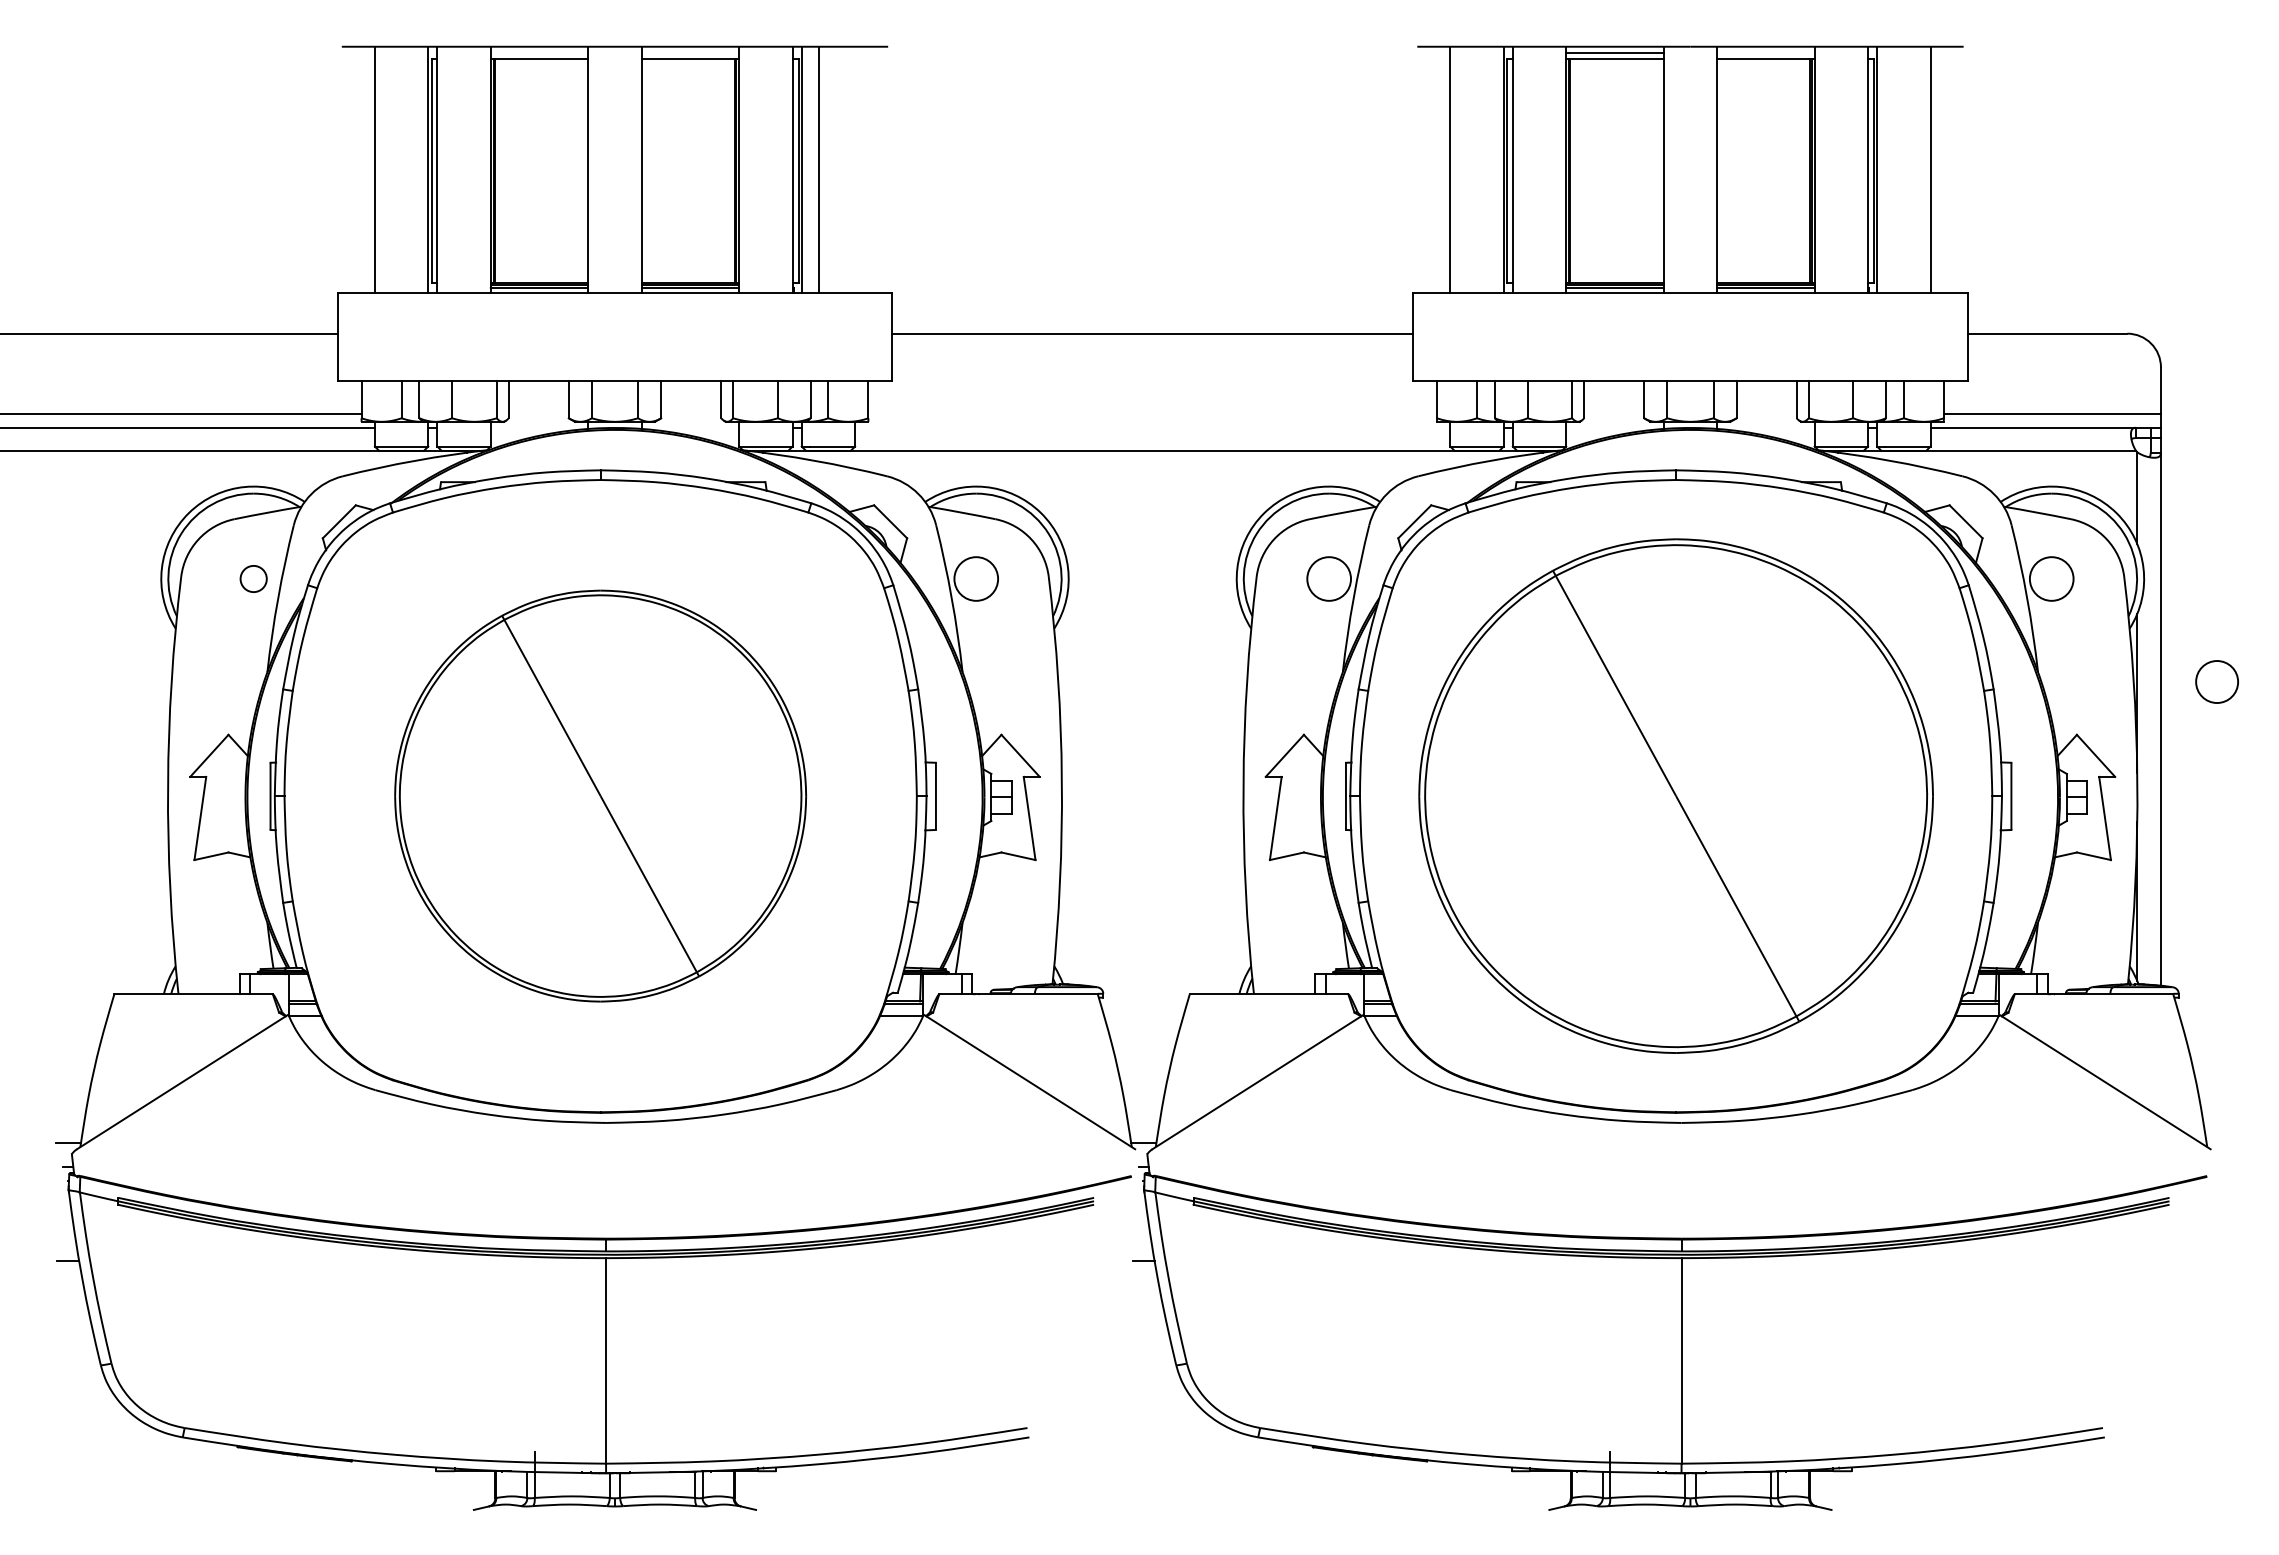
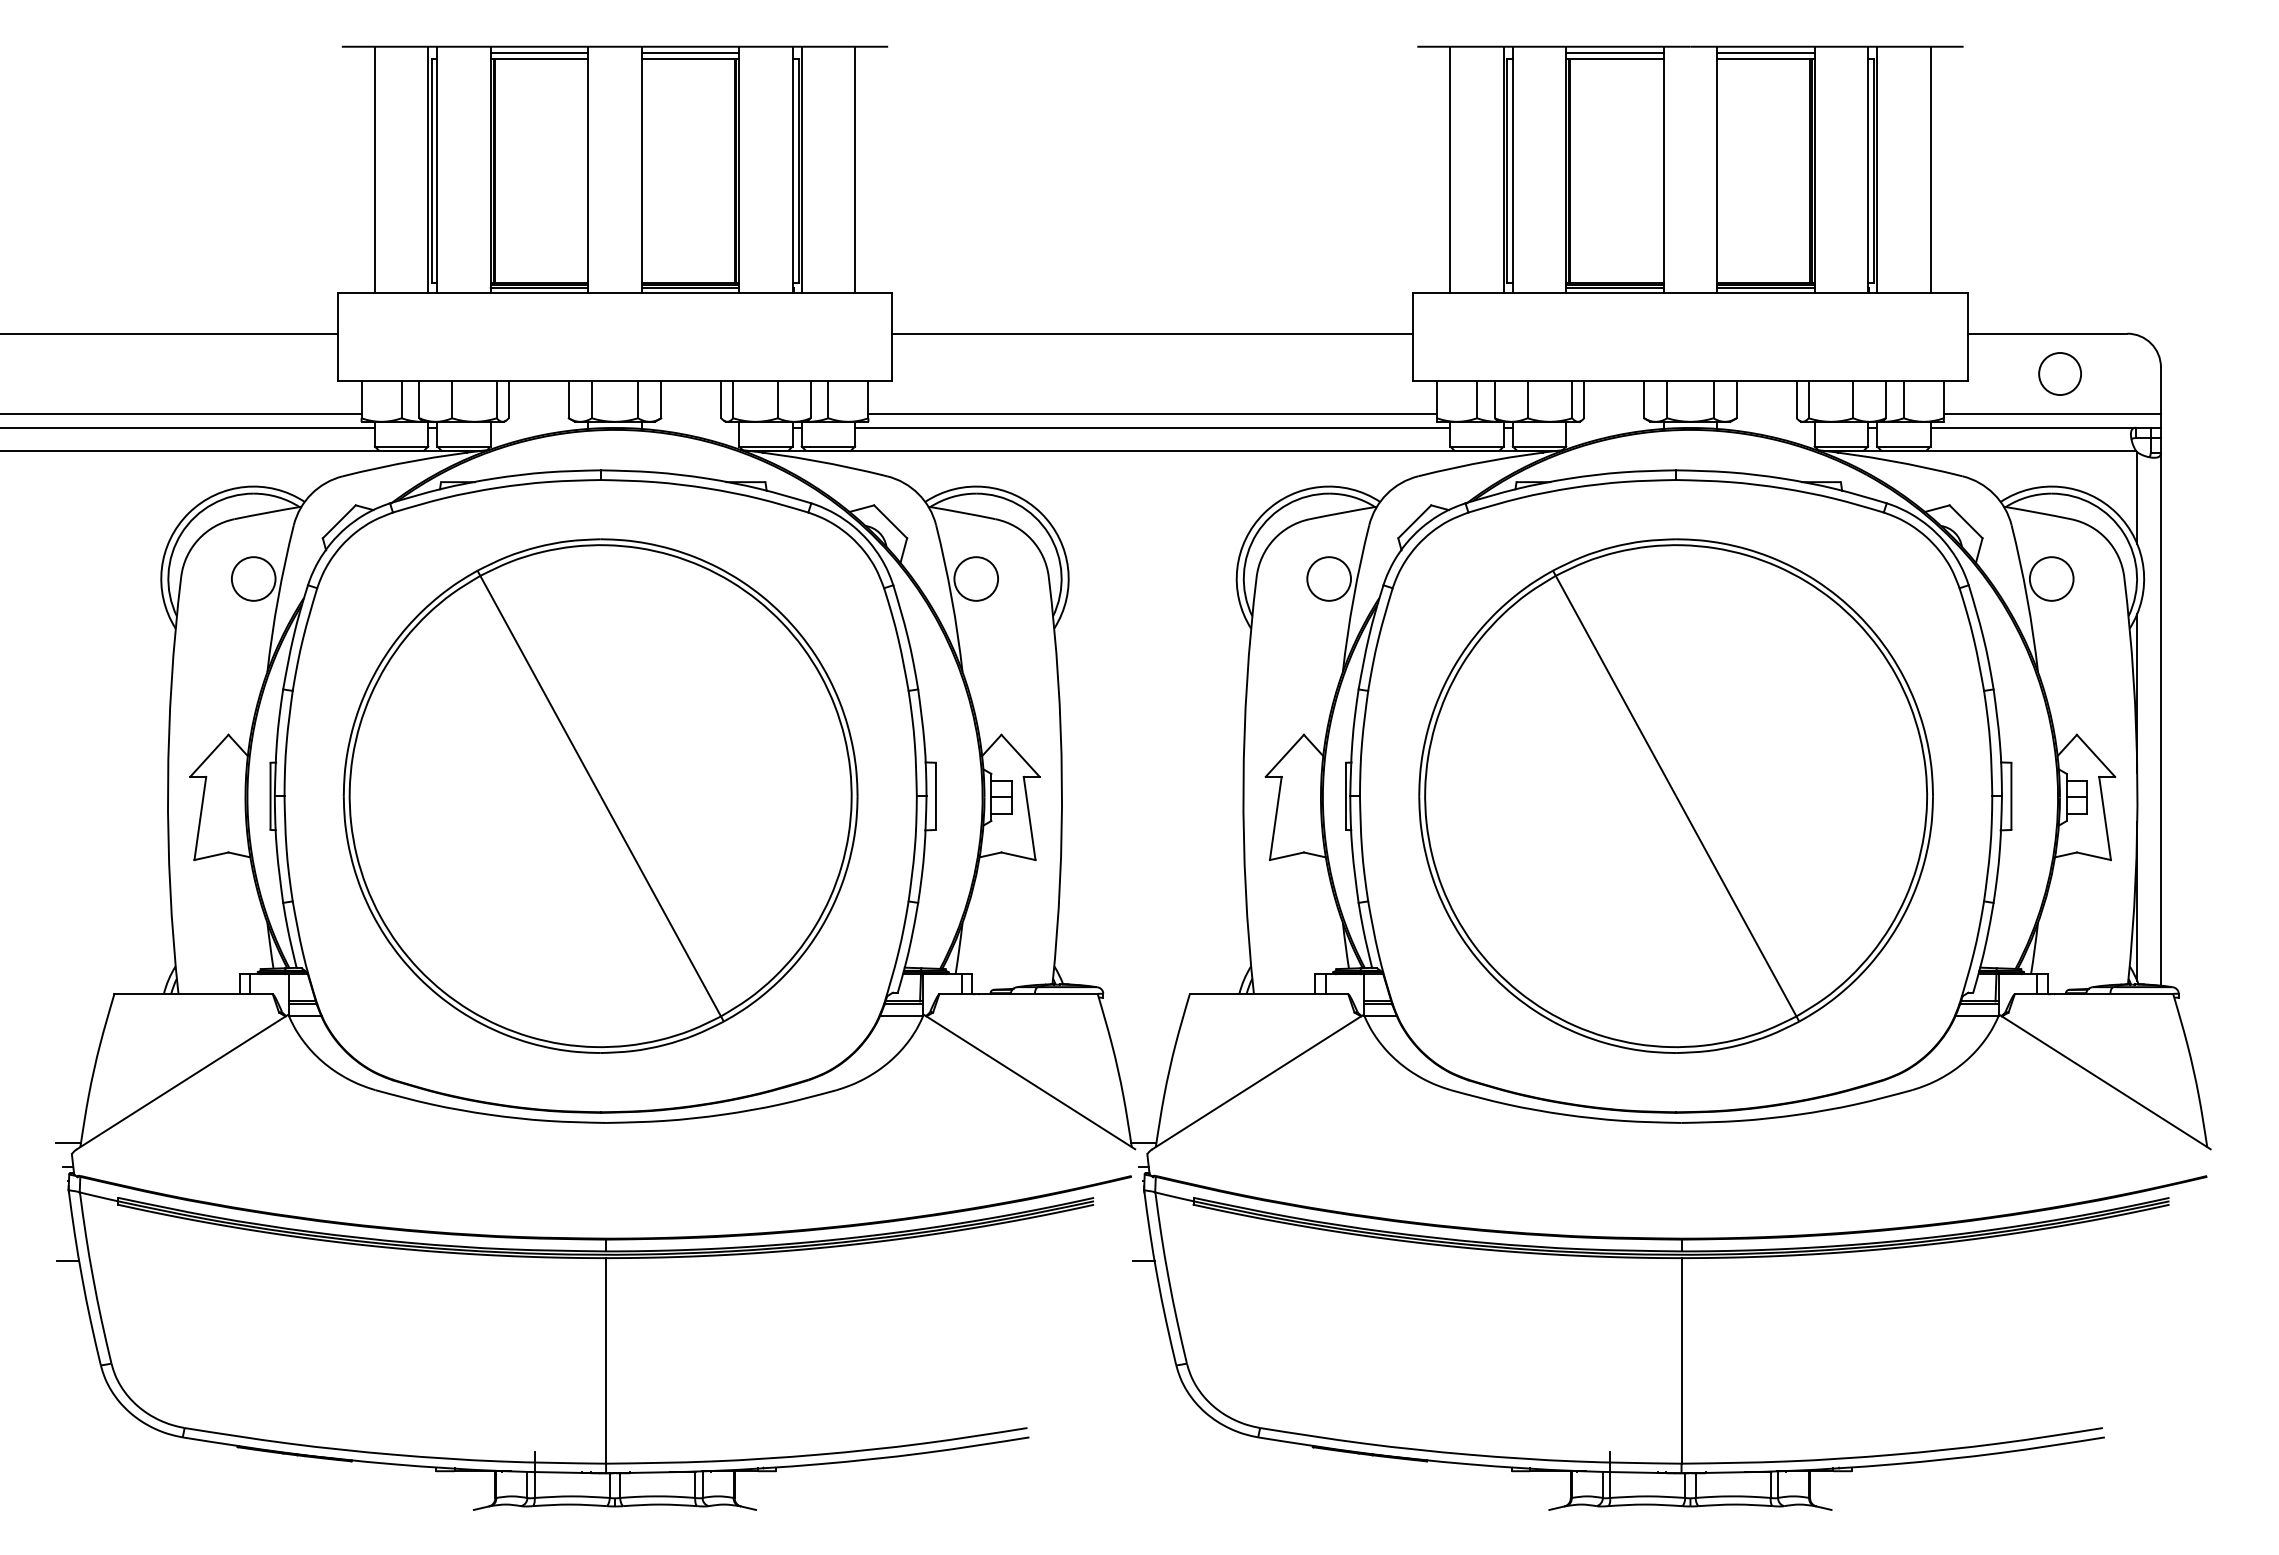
line at (539, 53): none -> present
line at (690, 53): none -> present
line at (1765, 53): none -> present
line at (819, 169) position: (819, 169) -> (855, 169)
line at (1152, 414): none -> present
line at (1152, 427): none -> present
circle at (253, 578) diameter: 26 px -> 44 px
circle at (2216, 681) position: (2216, 681) -> (2059, 373)
part at (600, 795) size: 414x414 px -> 517x516 px
